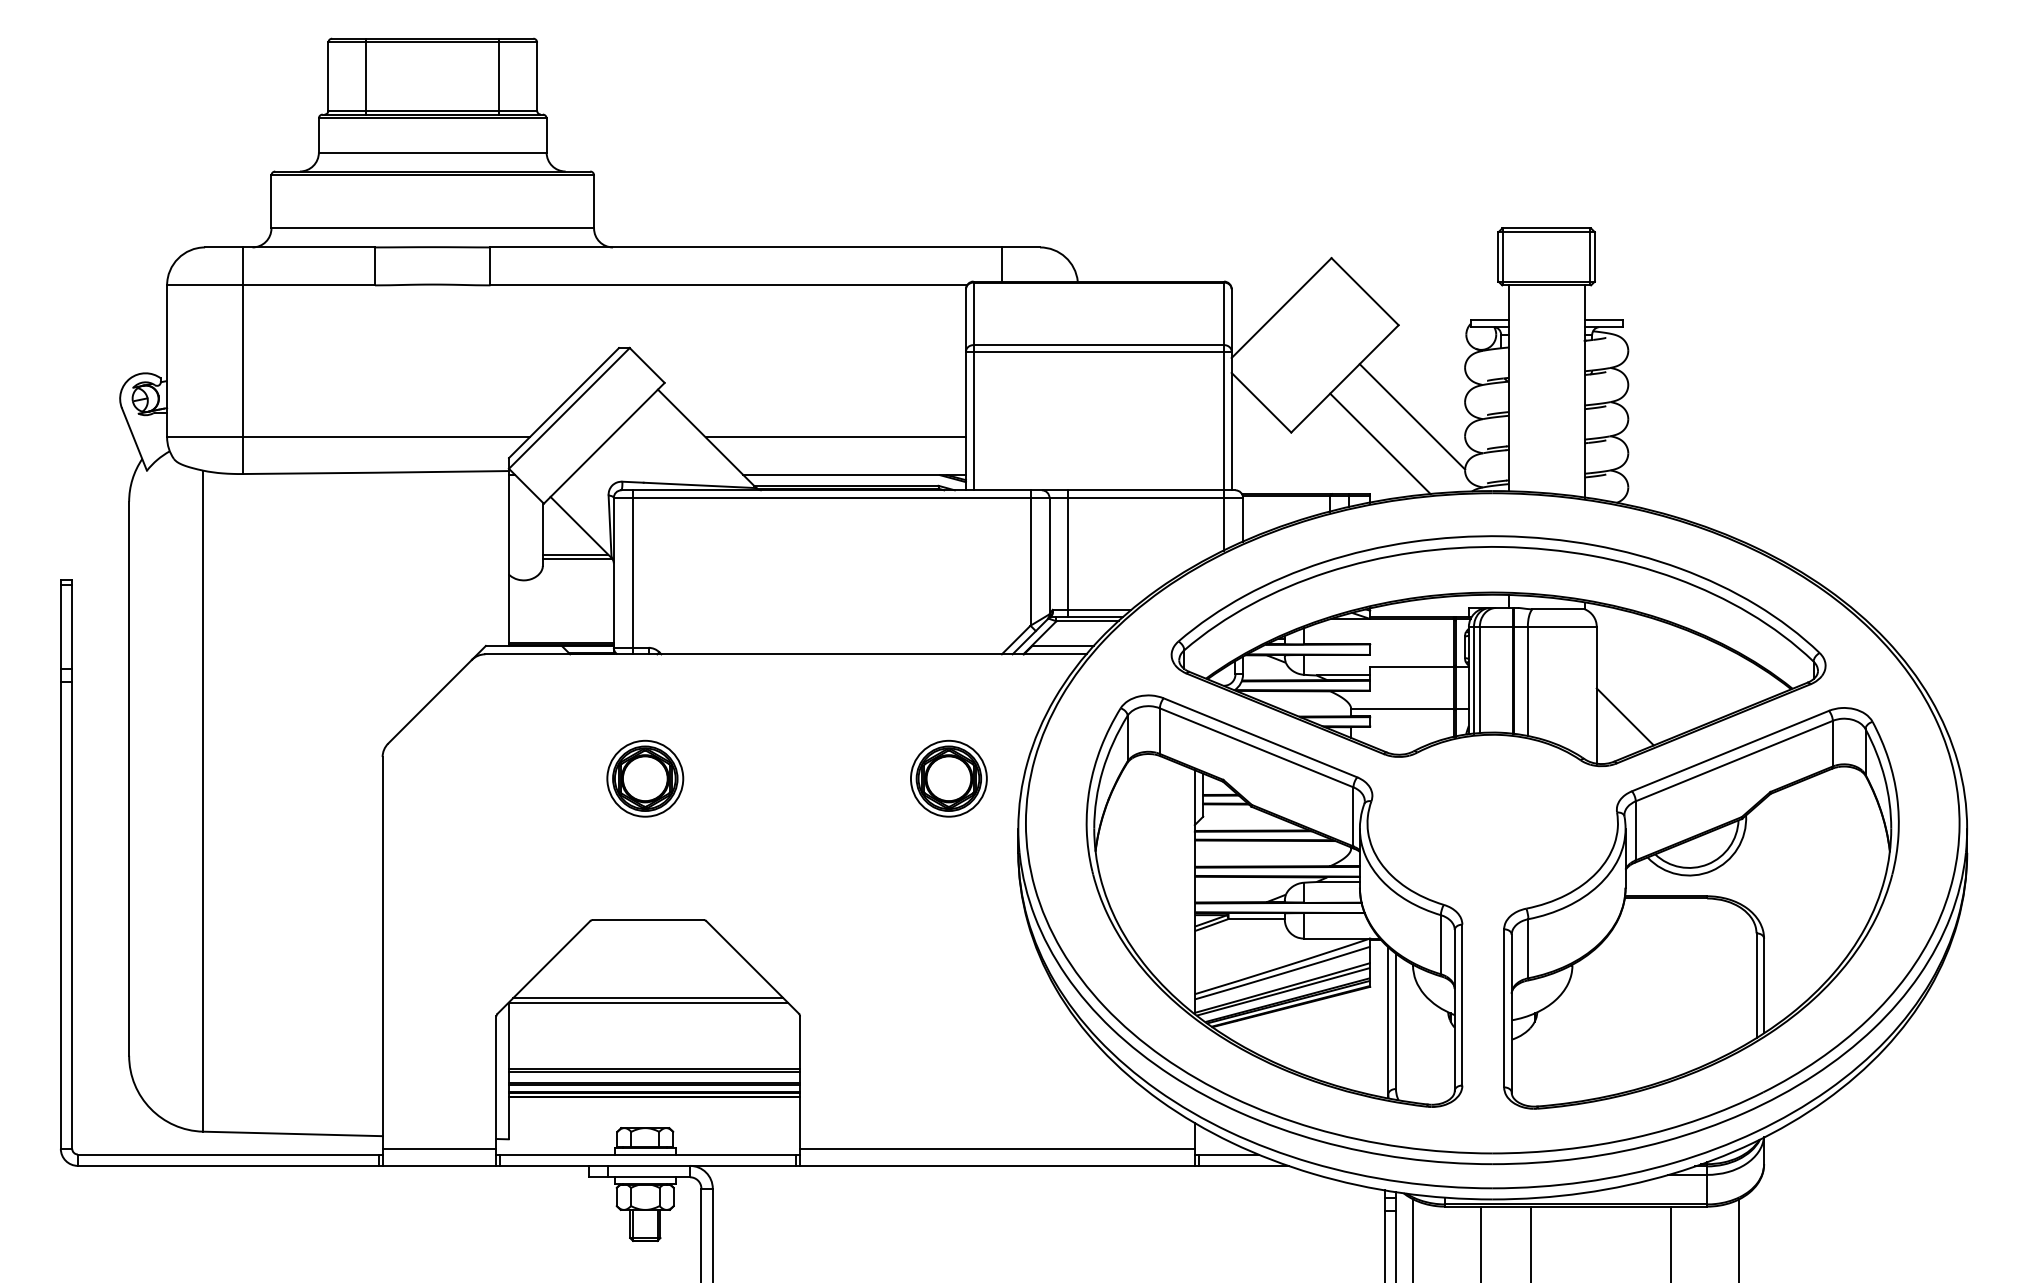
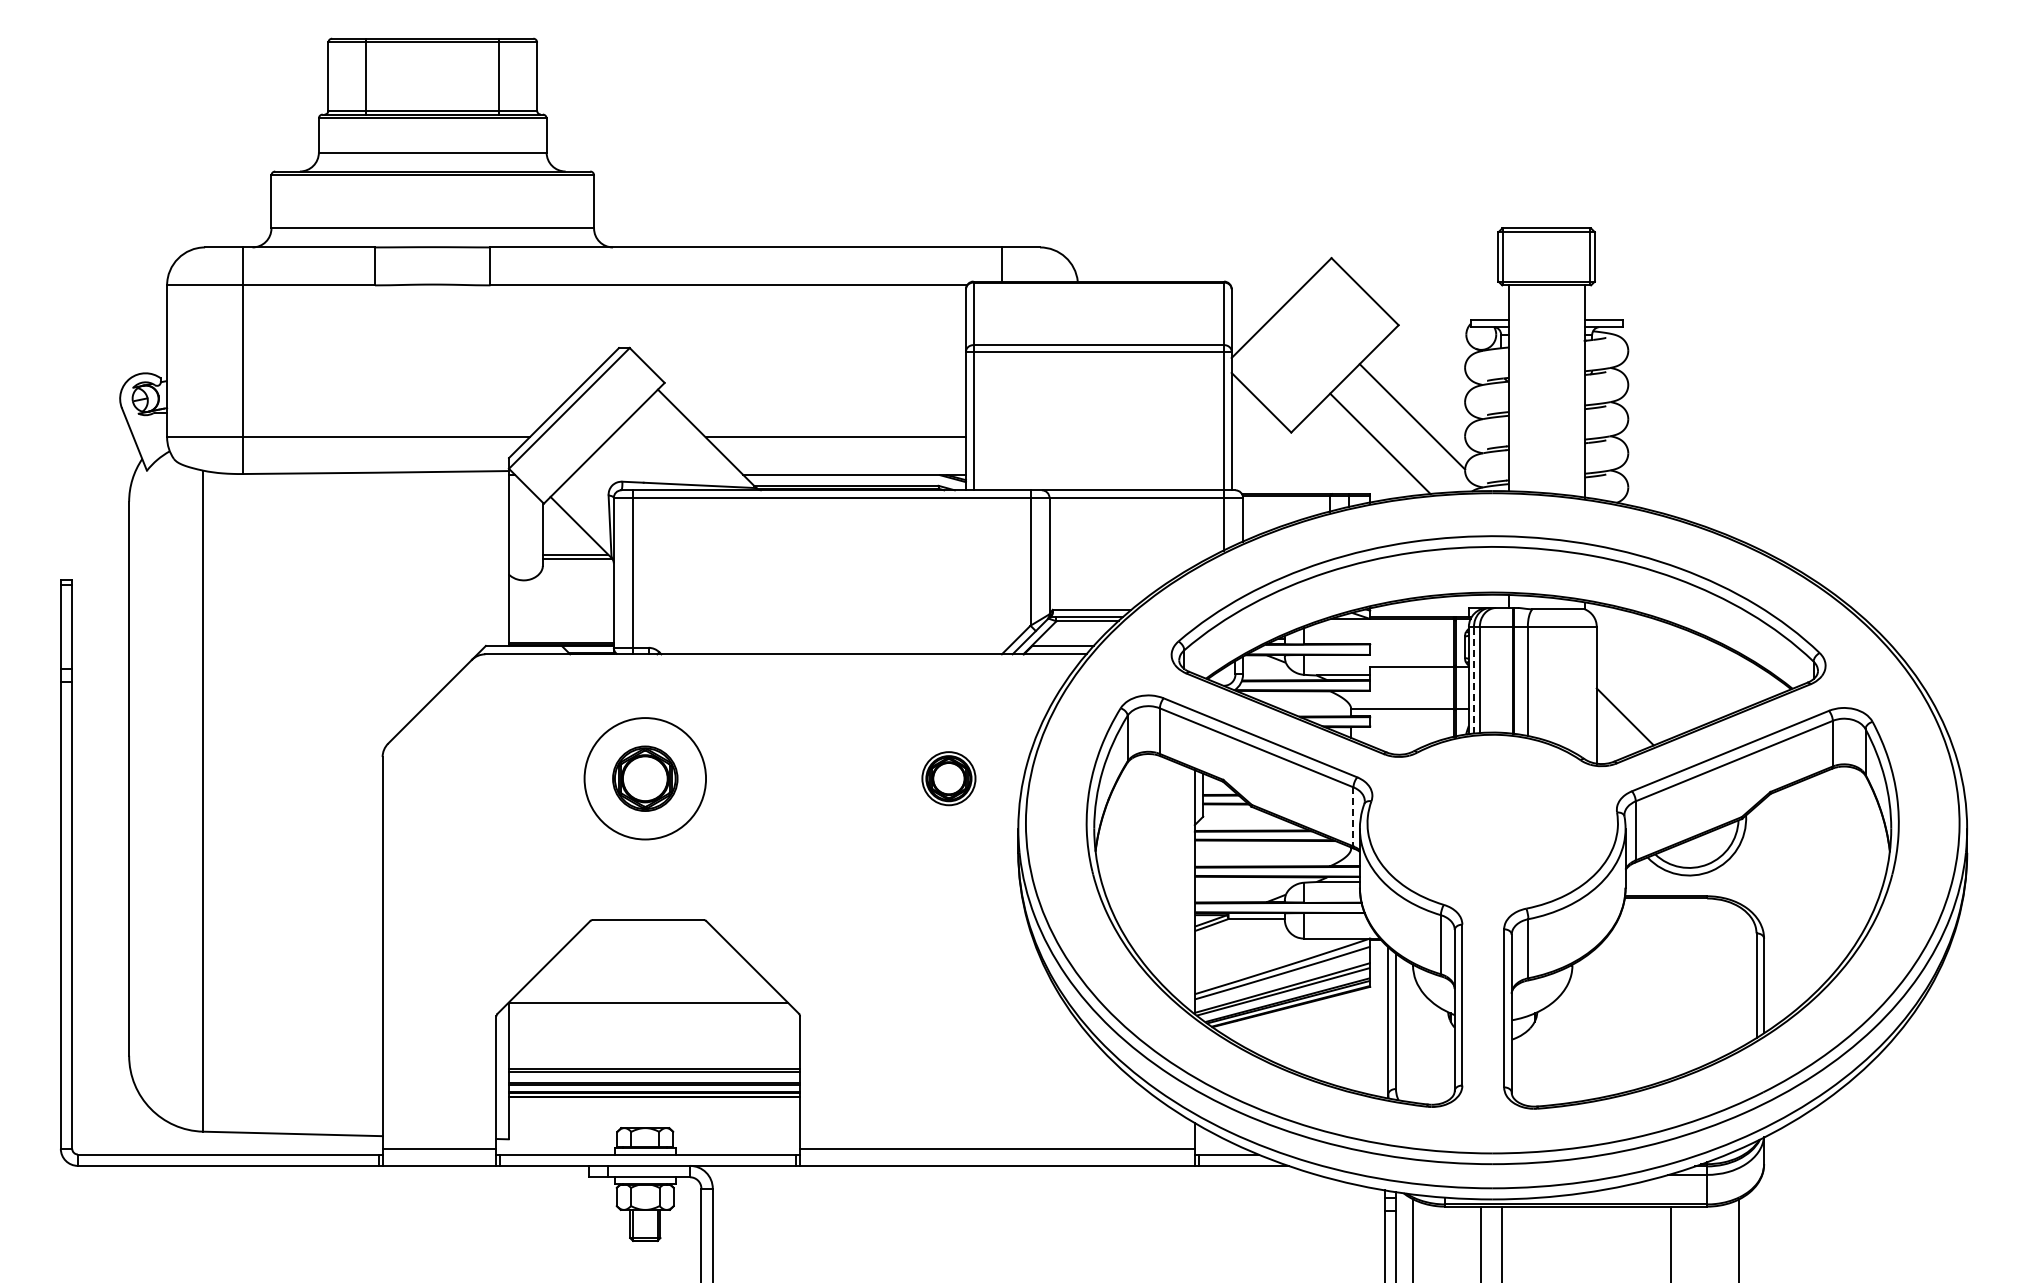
line at (1068, 553): present -> none
line at (1473, 679): solid -> dashed
circle at (645, 778) diameter: 76 px -> 121 px
part at (948, 778) size: 78x79 px -> 56x56 px
line at (1353, 816): solid -> dashed
line at (648, 998): present -> none
line at (1530, 1242) position: (1530, 1242) -> (1501, 1242)
